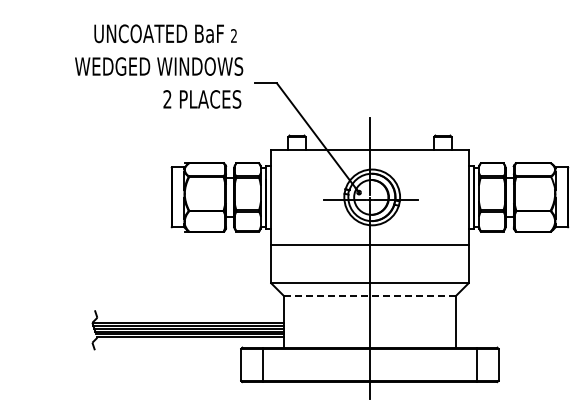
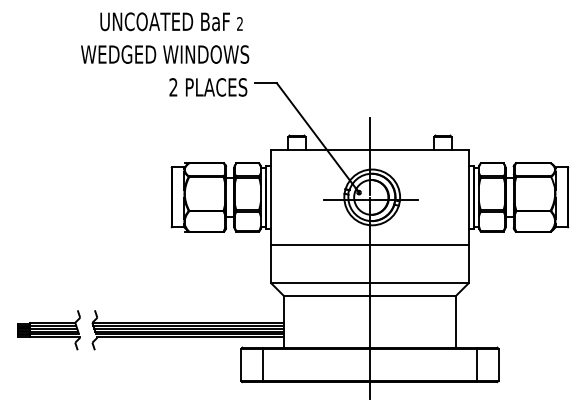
text at (159, 66) position: (159, 66) -> (165, 54)
line at (369, 296): dashed -> solid
part at (48, 330): none -> present
